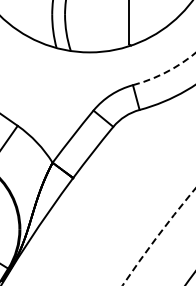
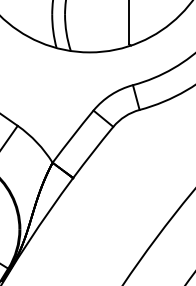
arc at (165, 72): dashed -> solid
arc at (157, 236): dashed -> solid
